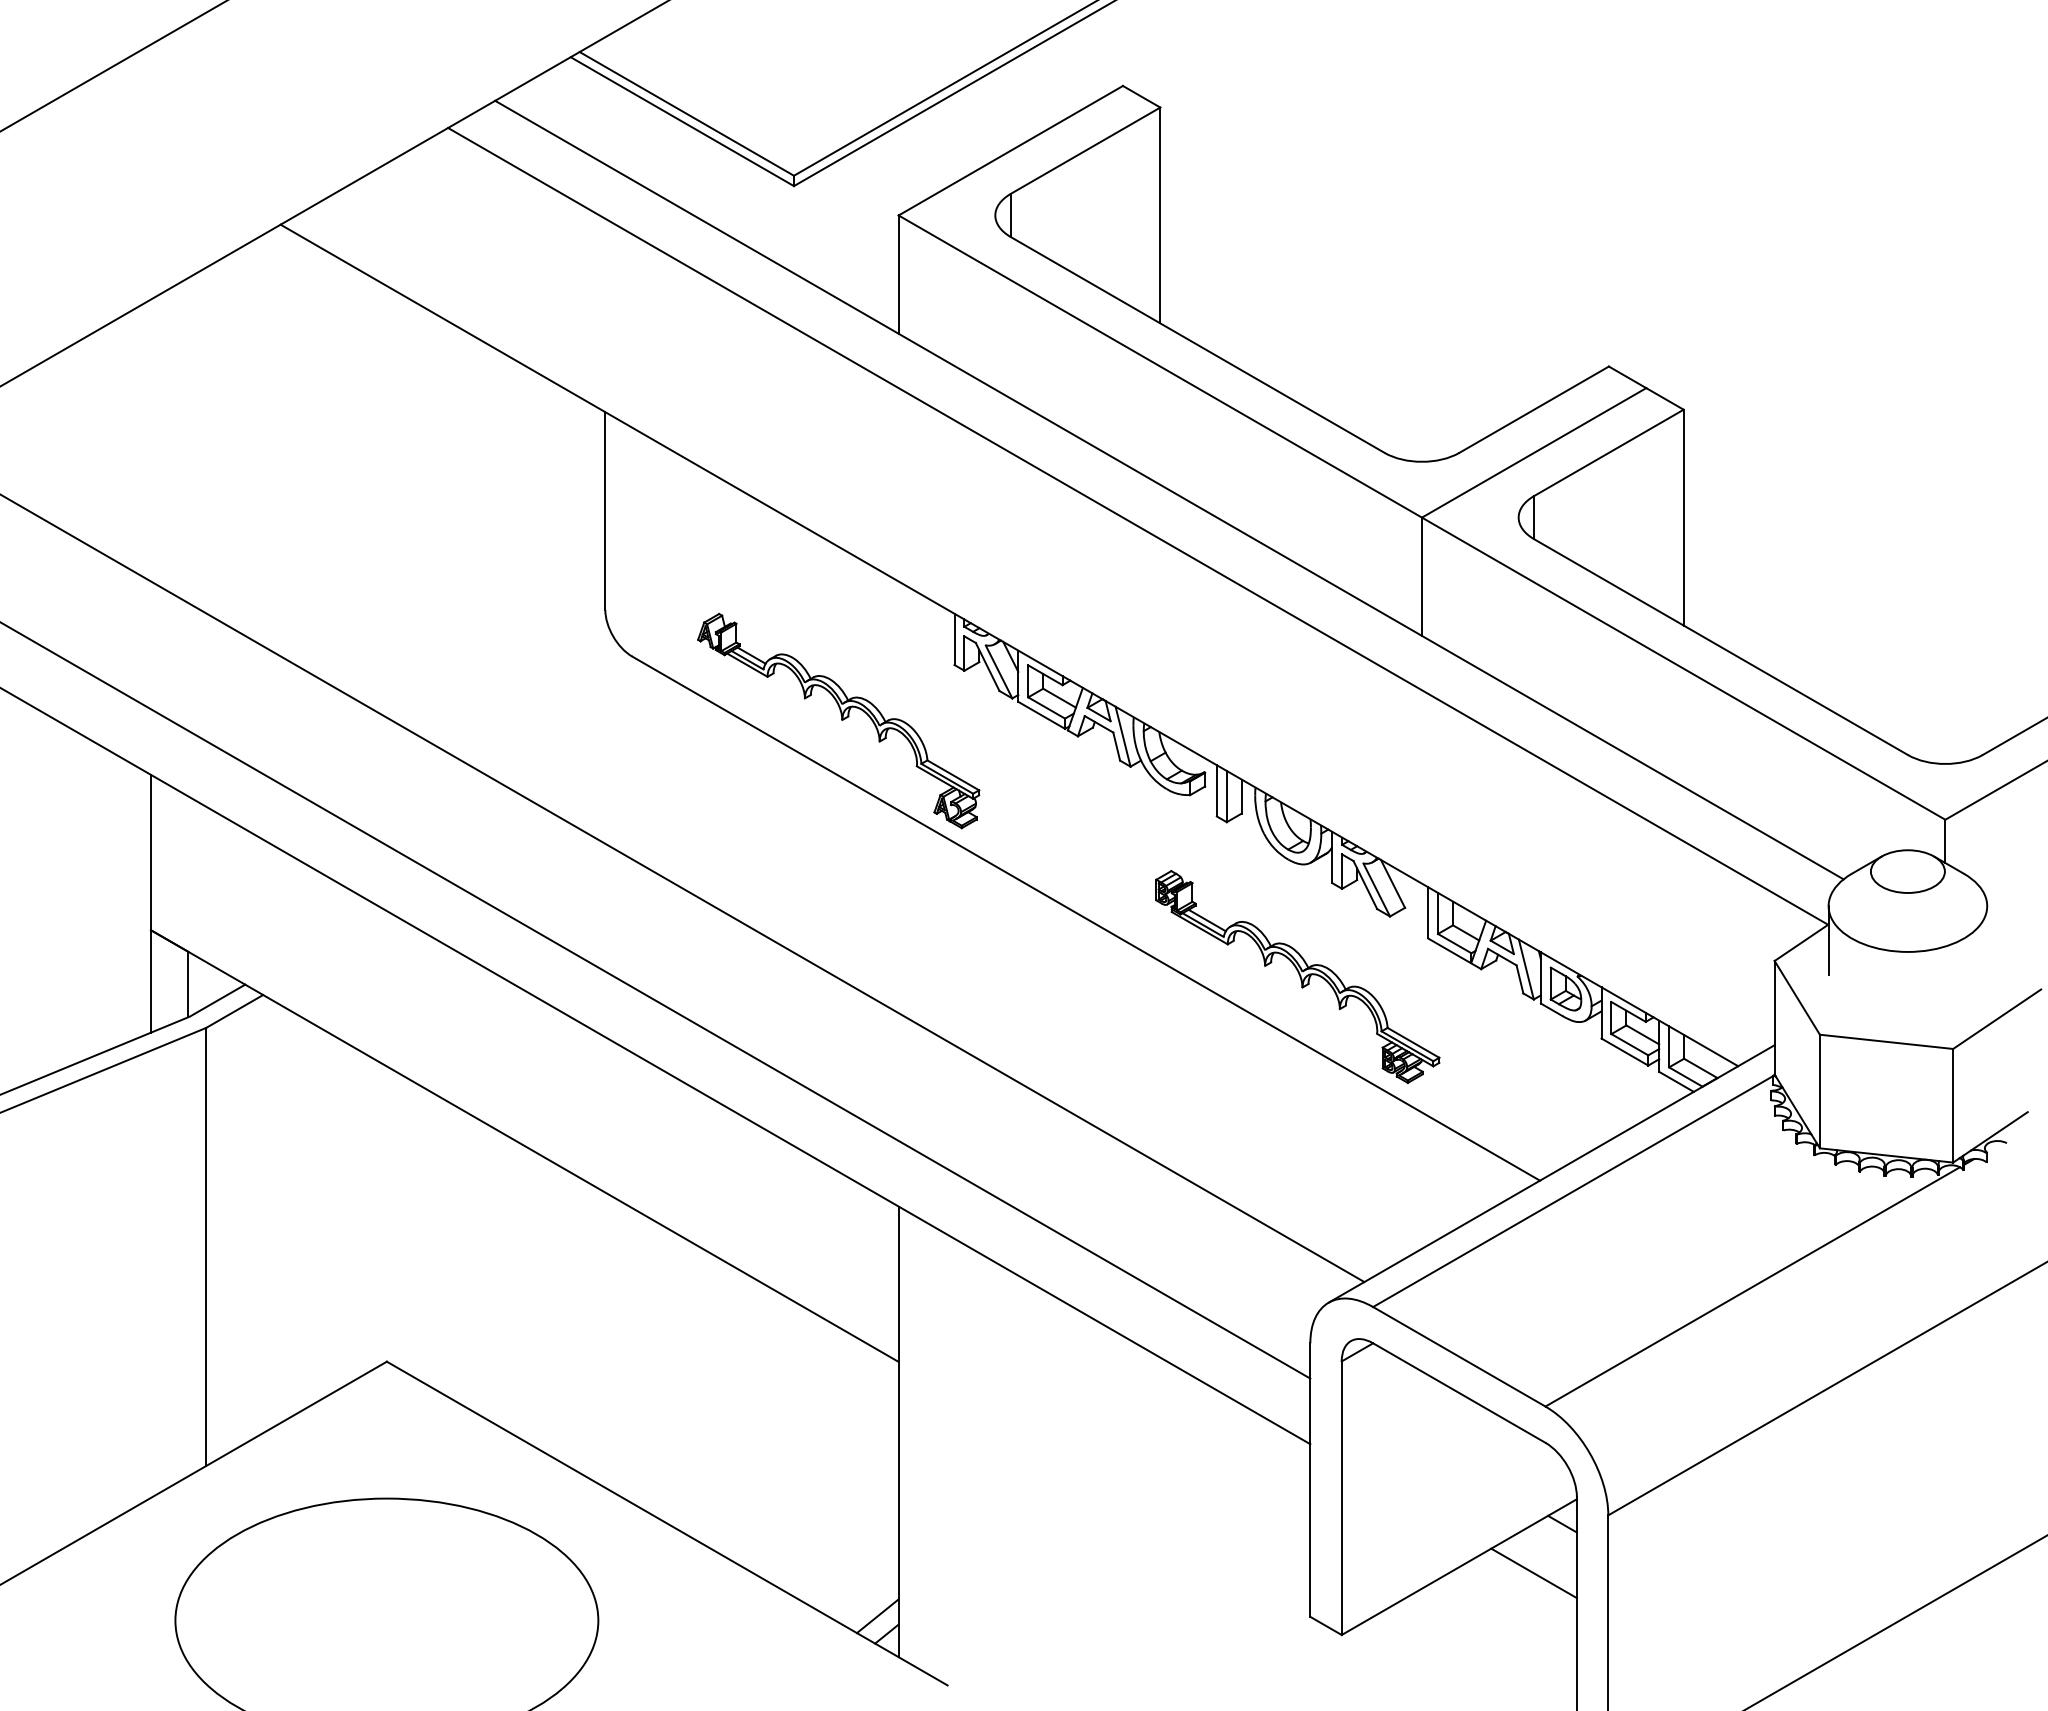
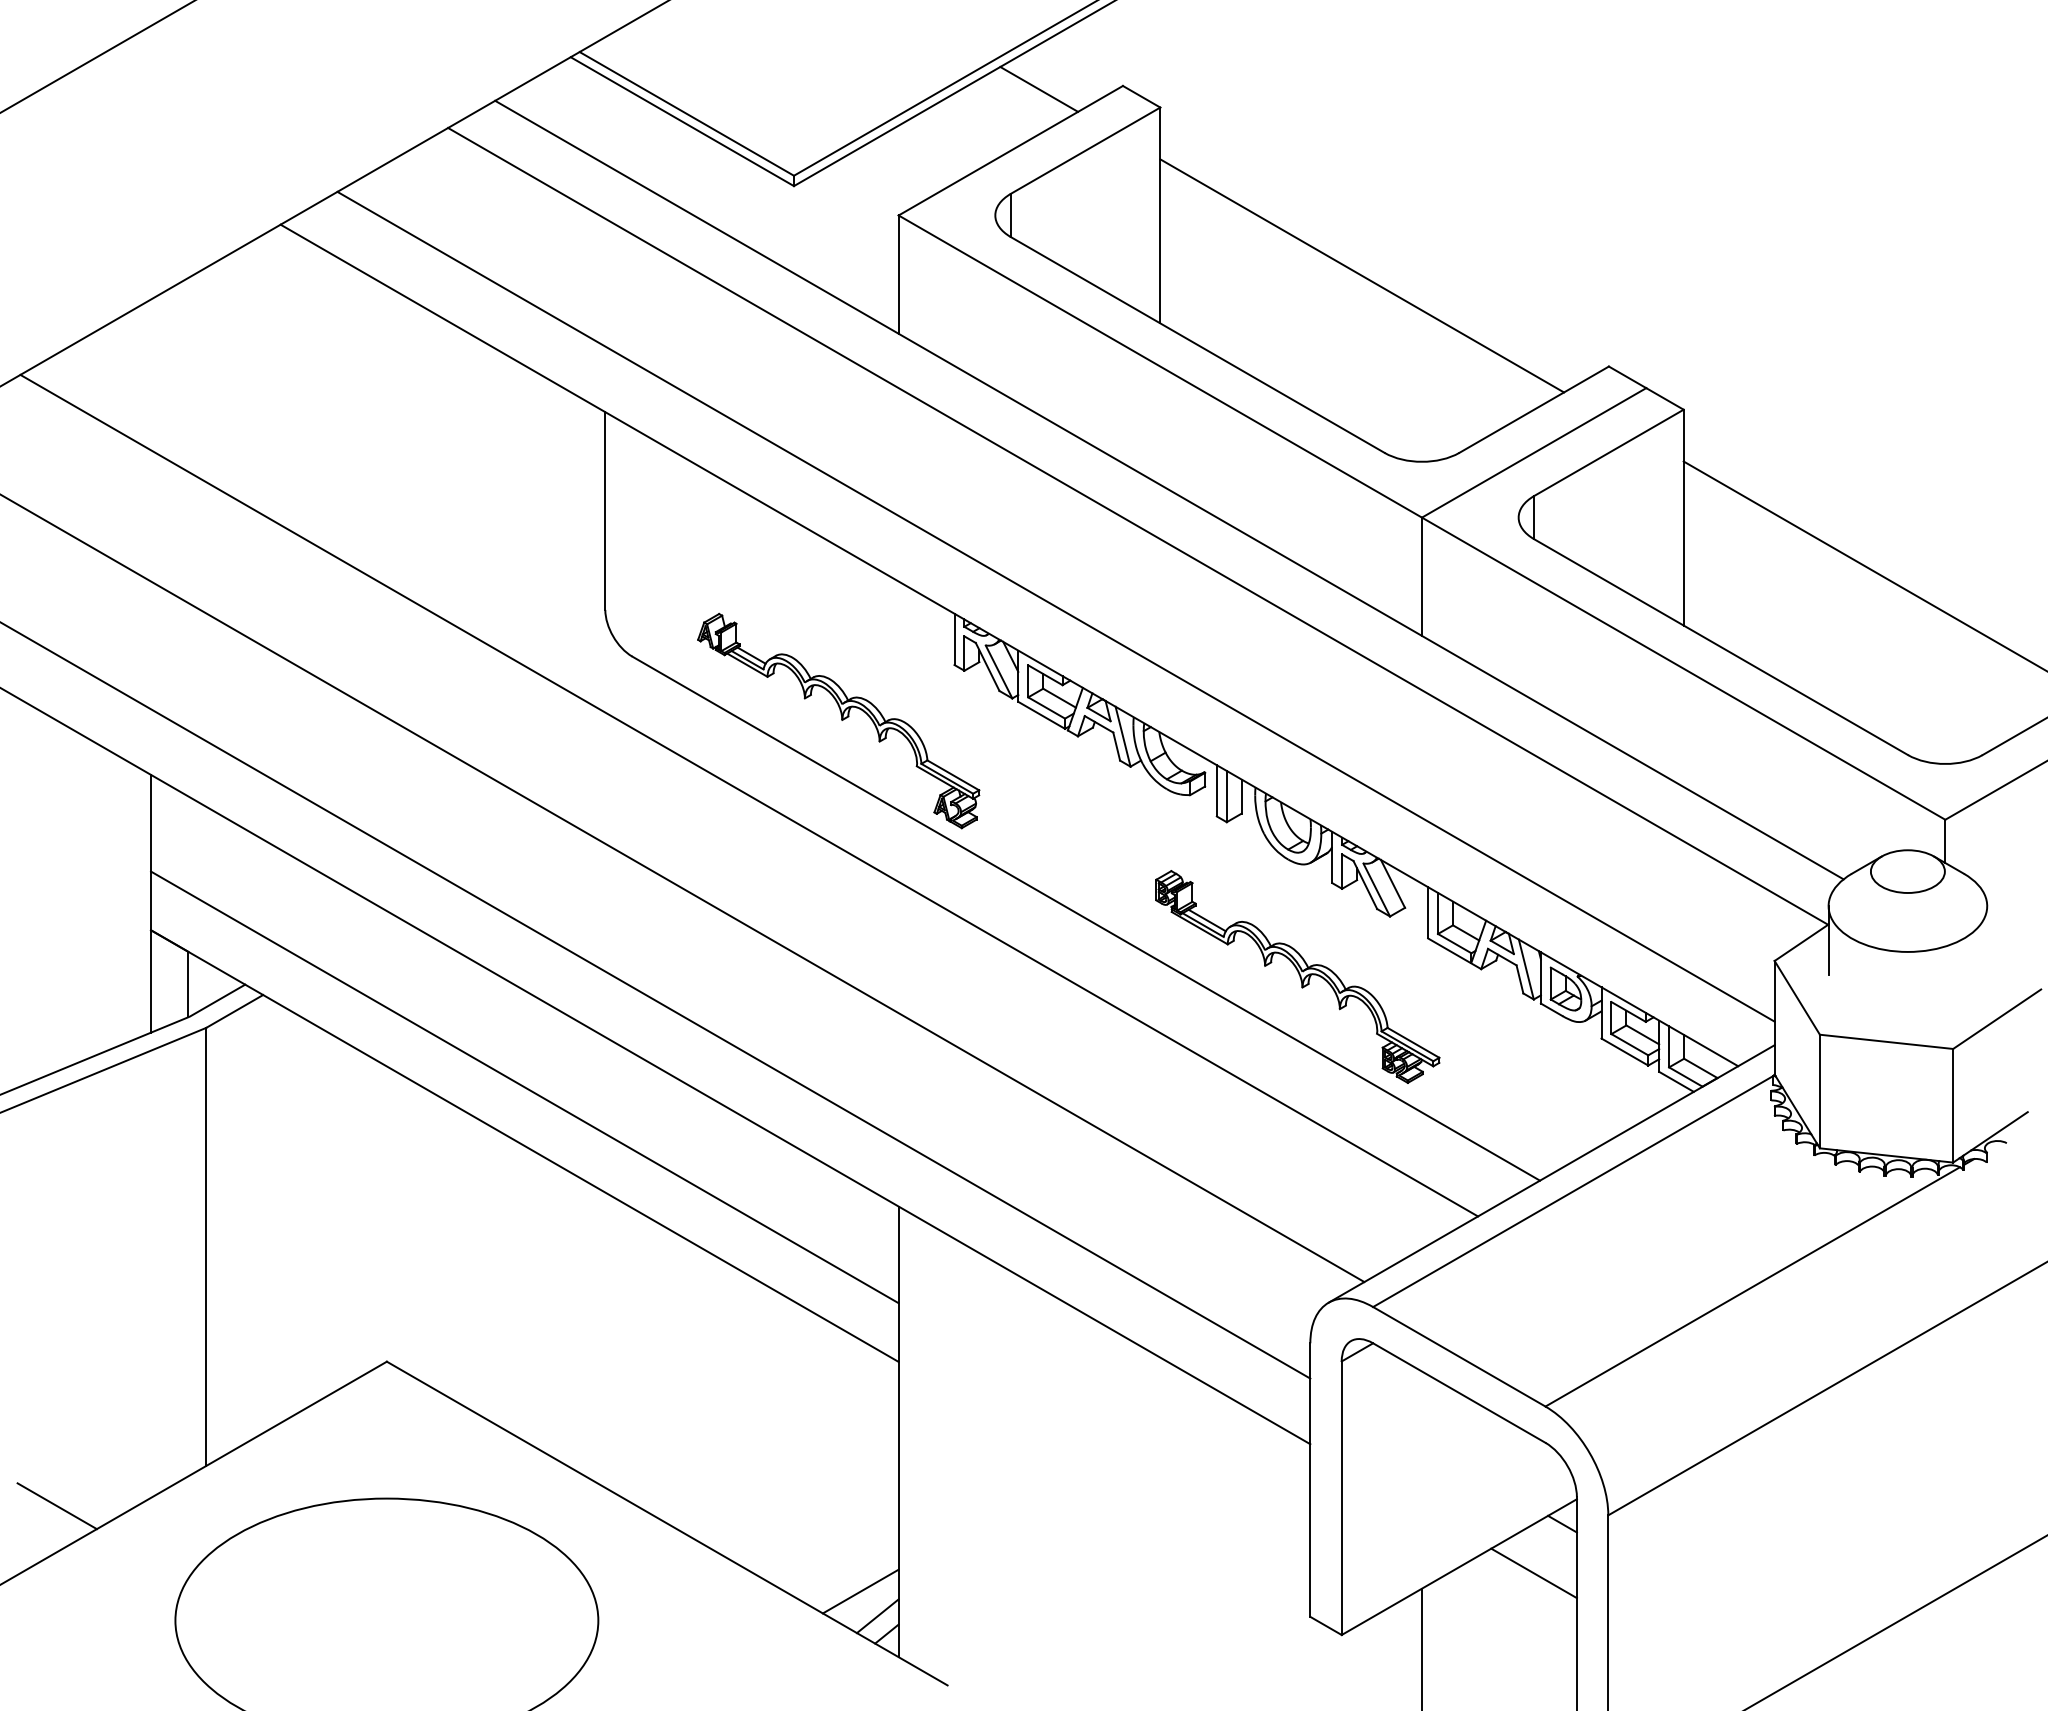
line at (112, 66) position: (112, 66) -> (96, 56)
line at (1039, 88): none -> present
line at (1362, 275): none -> present
line at (1863, 565): none -> present
line at (1055, 606): none -> present
line at (749, 795): none -> present
line at (524, 1087): none -> present
line at (56, 1506): none -> present
line at (860, 1591): none -> present
line at (1422, 1647): none -> present
